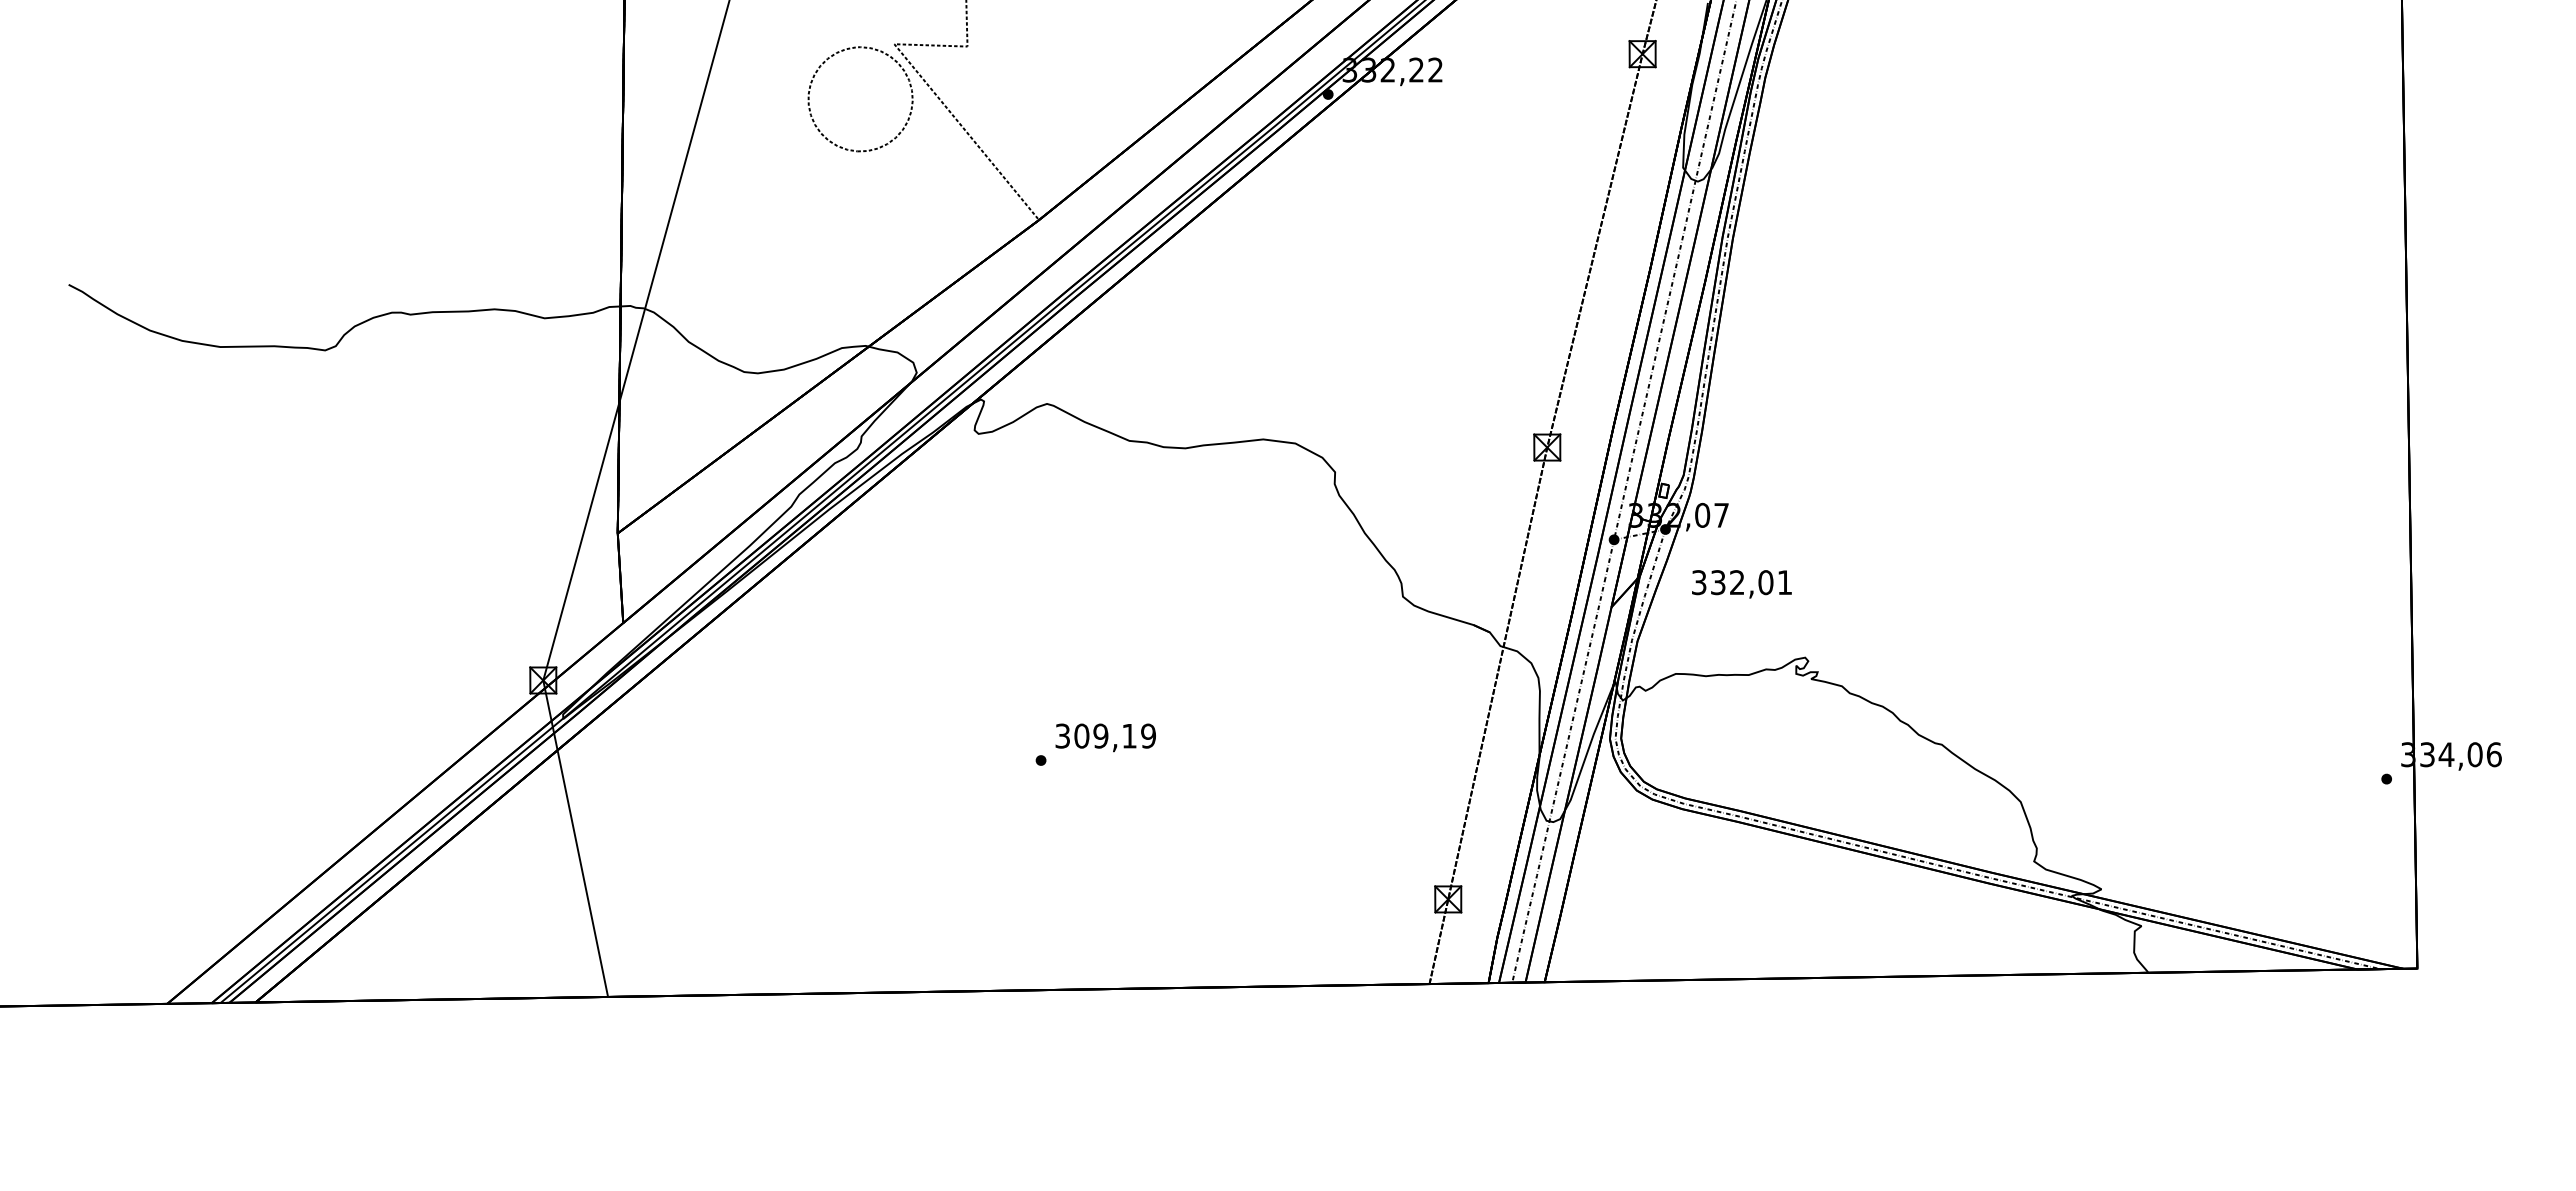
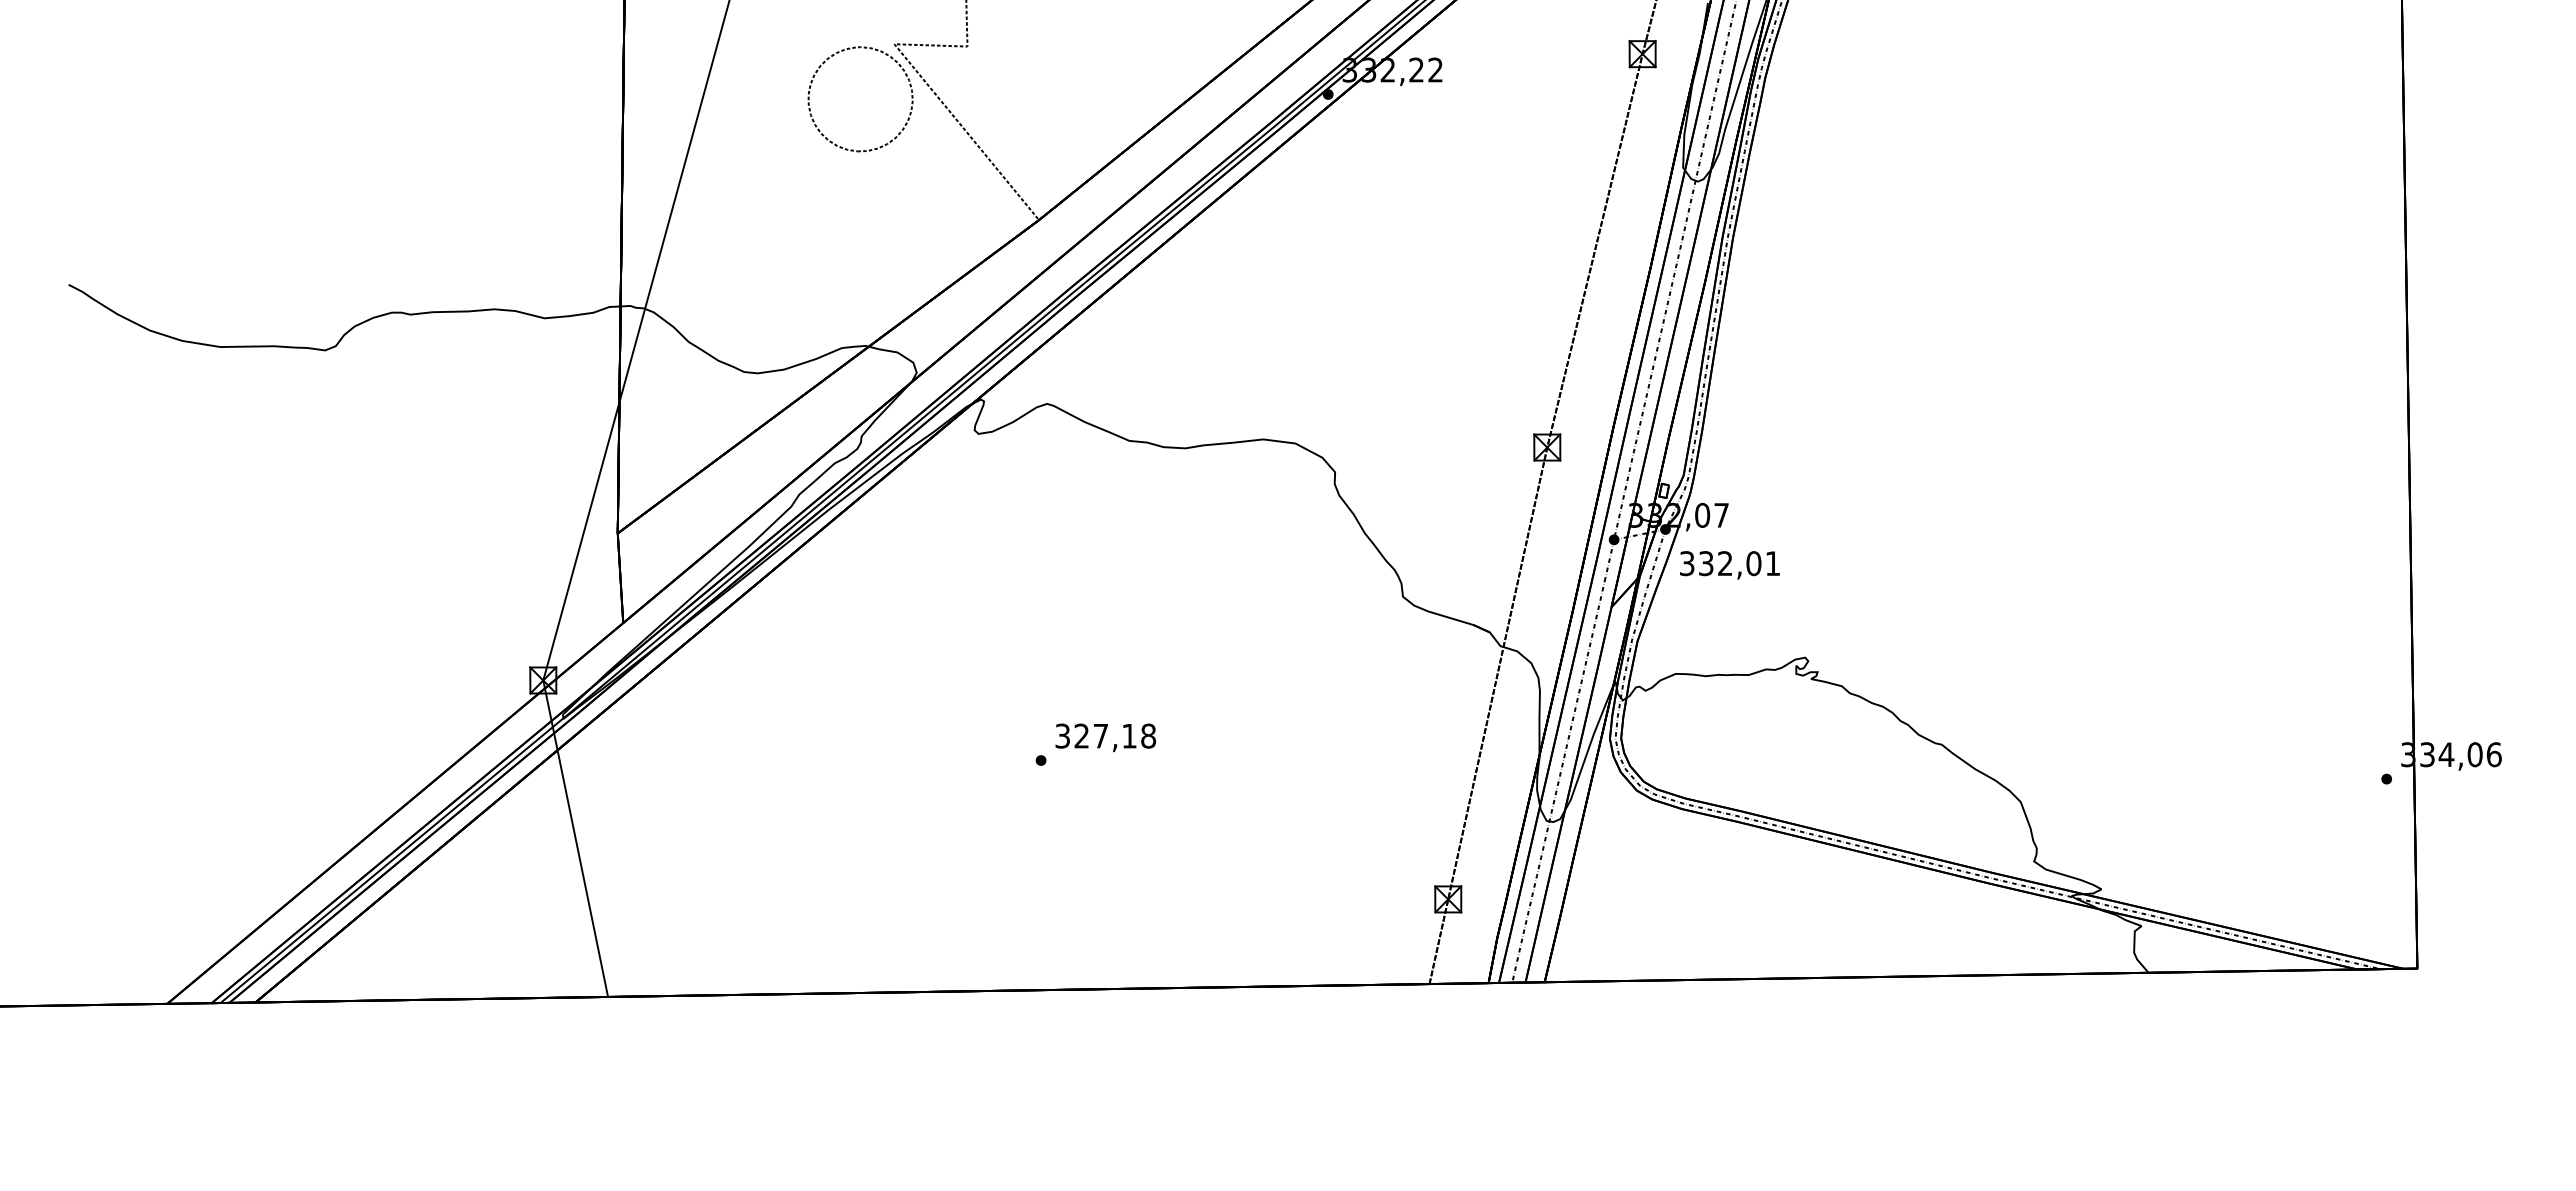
text at (1741, 584) position: (1741, 584) -> (1729, 565)
text at (1115, 735): 309,19 -> 327,18
